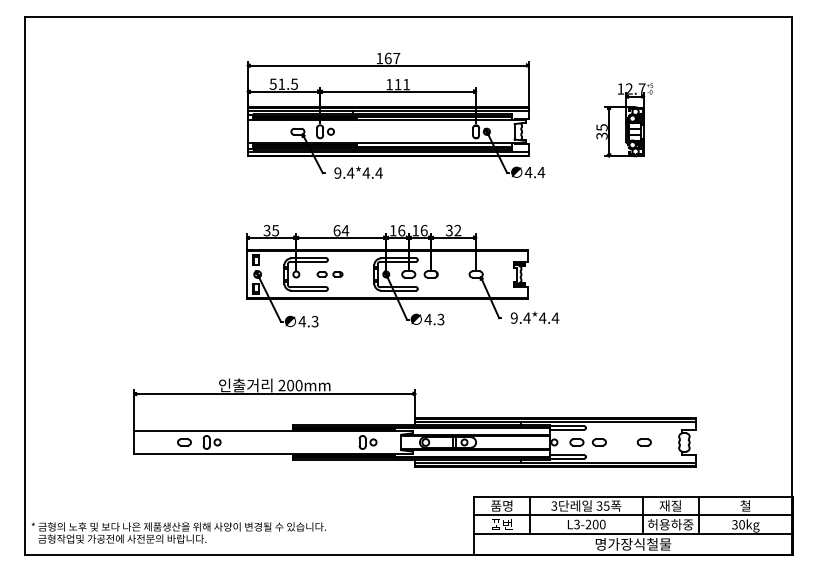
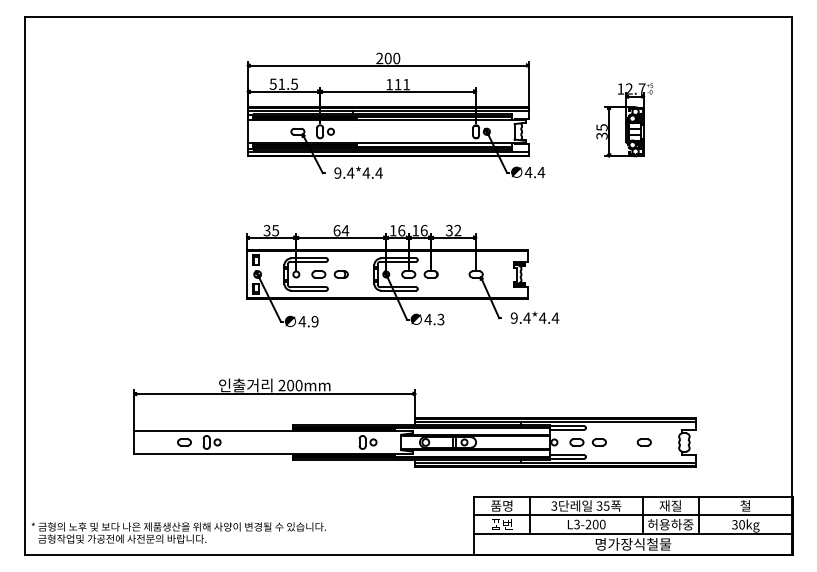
text at (388, 58): 167 -> 200
part at (329, 274) size: 28x7 px -> 38x9 px
text at (314, 321): 4.3 -> 4.9
